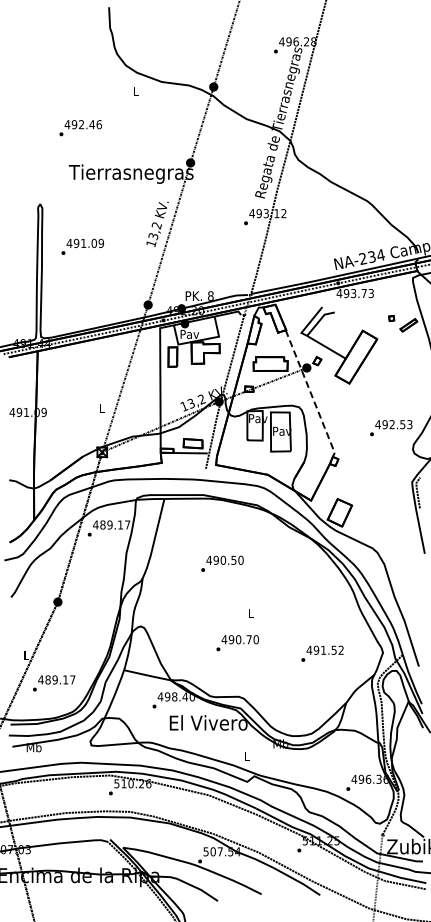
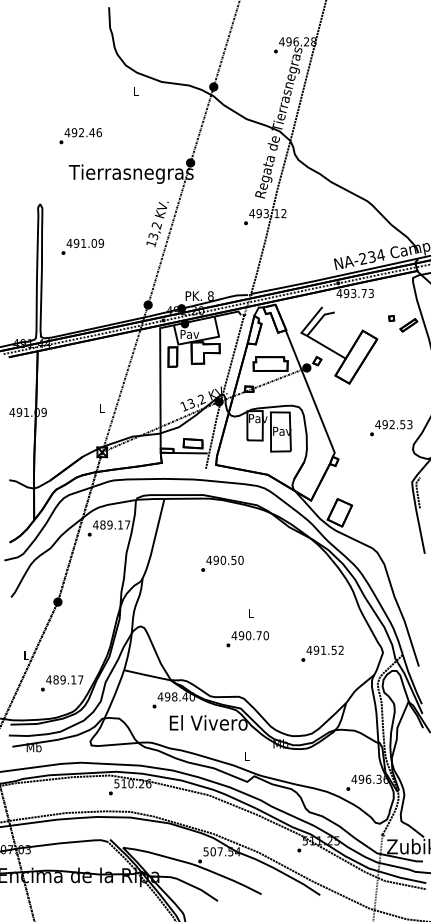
text at (80, 128) position: (80, 128) -> (80, 136)
line at (311, 394): dashed -> solid
text at (237, 643) position: (237, 643) -> (247, 639)
text at (54, 683) position: (54, 683) -> (62, 683)
